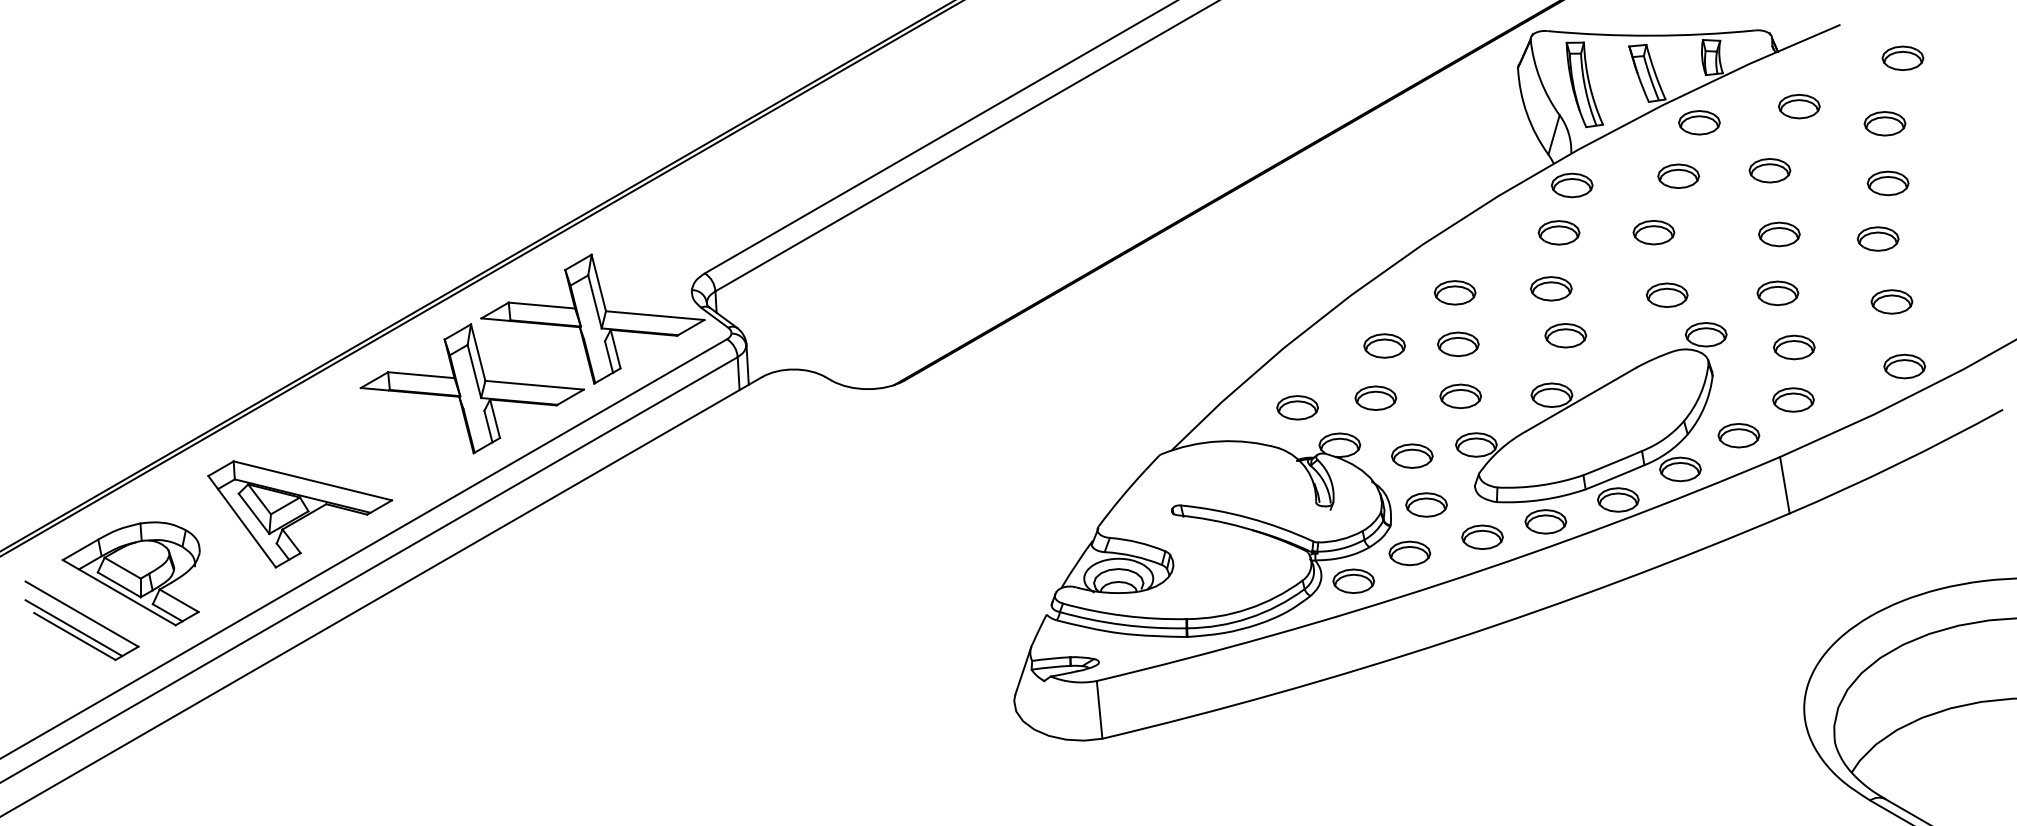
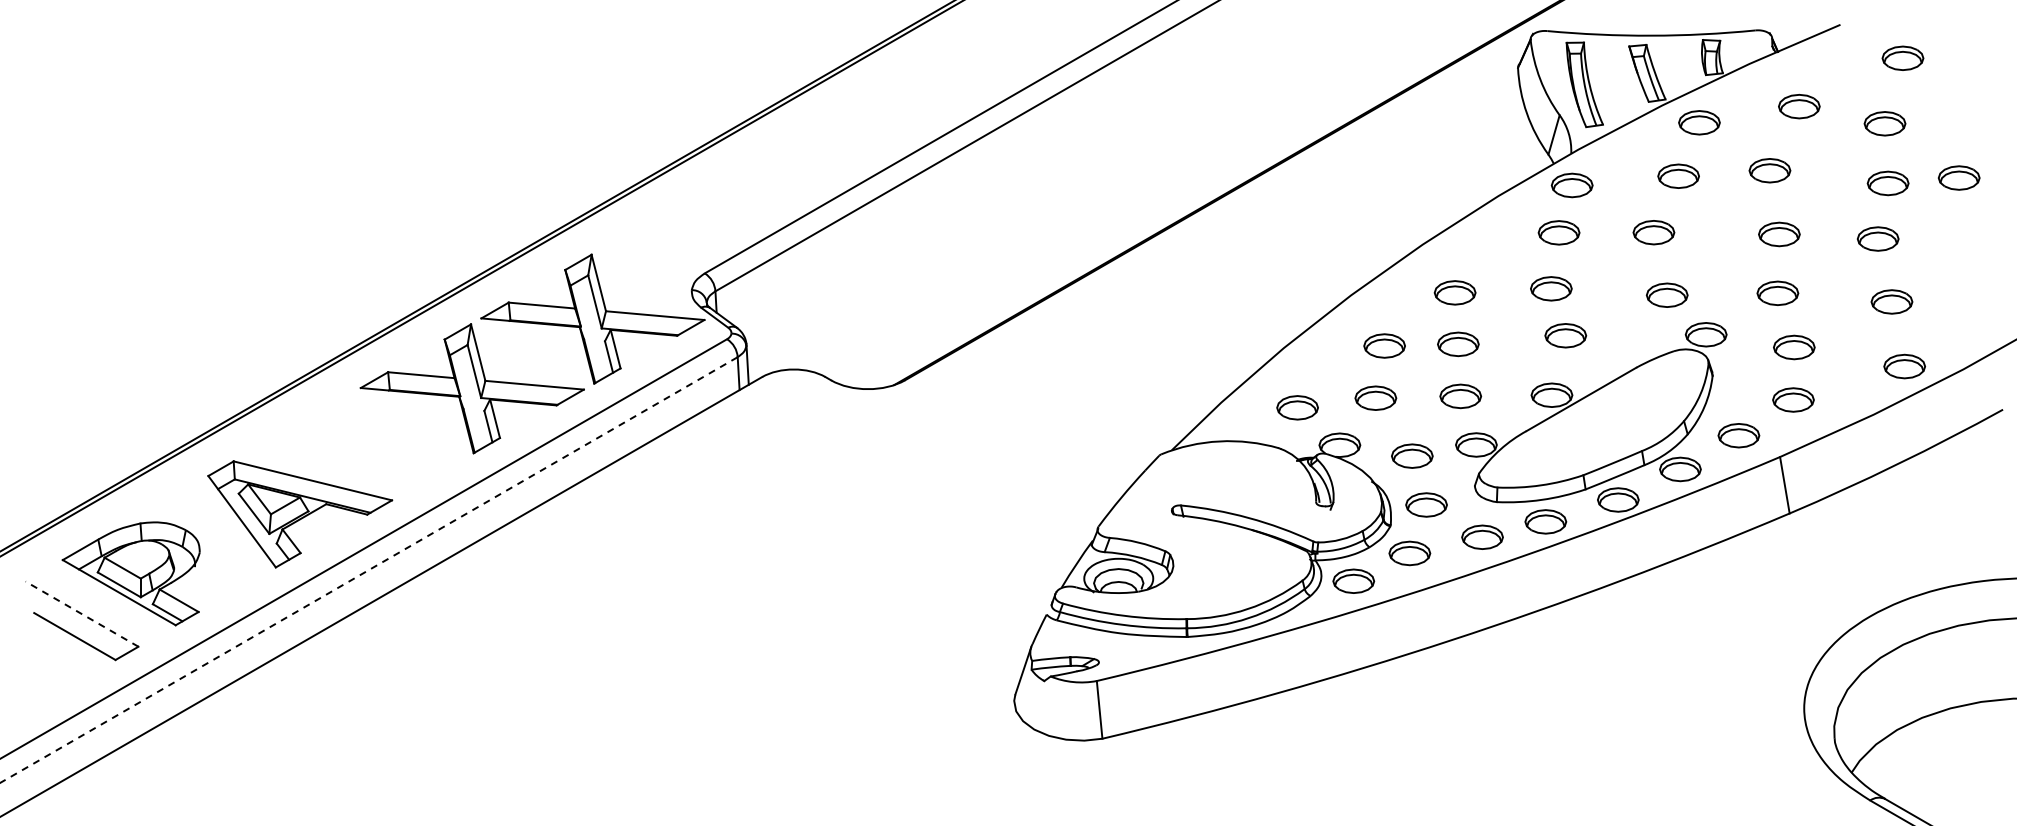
part at (1958, 177): none -> present
line at (369, 570): solid -> dashed
line at (81, 613): solid -> dashed
line at (73, 628): present -> none
